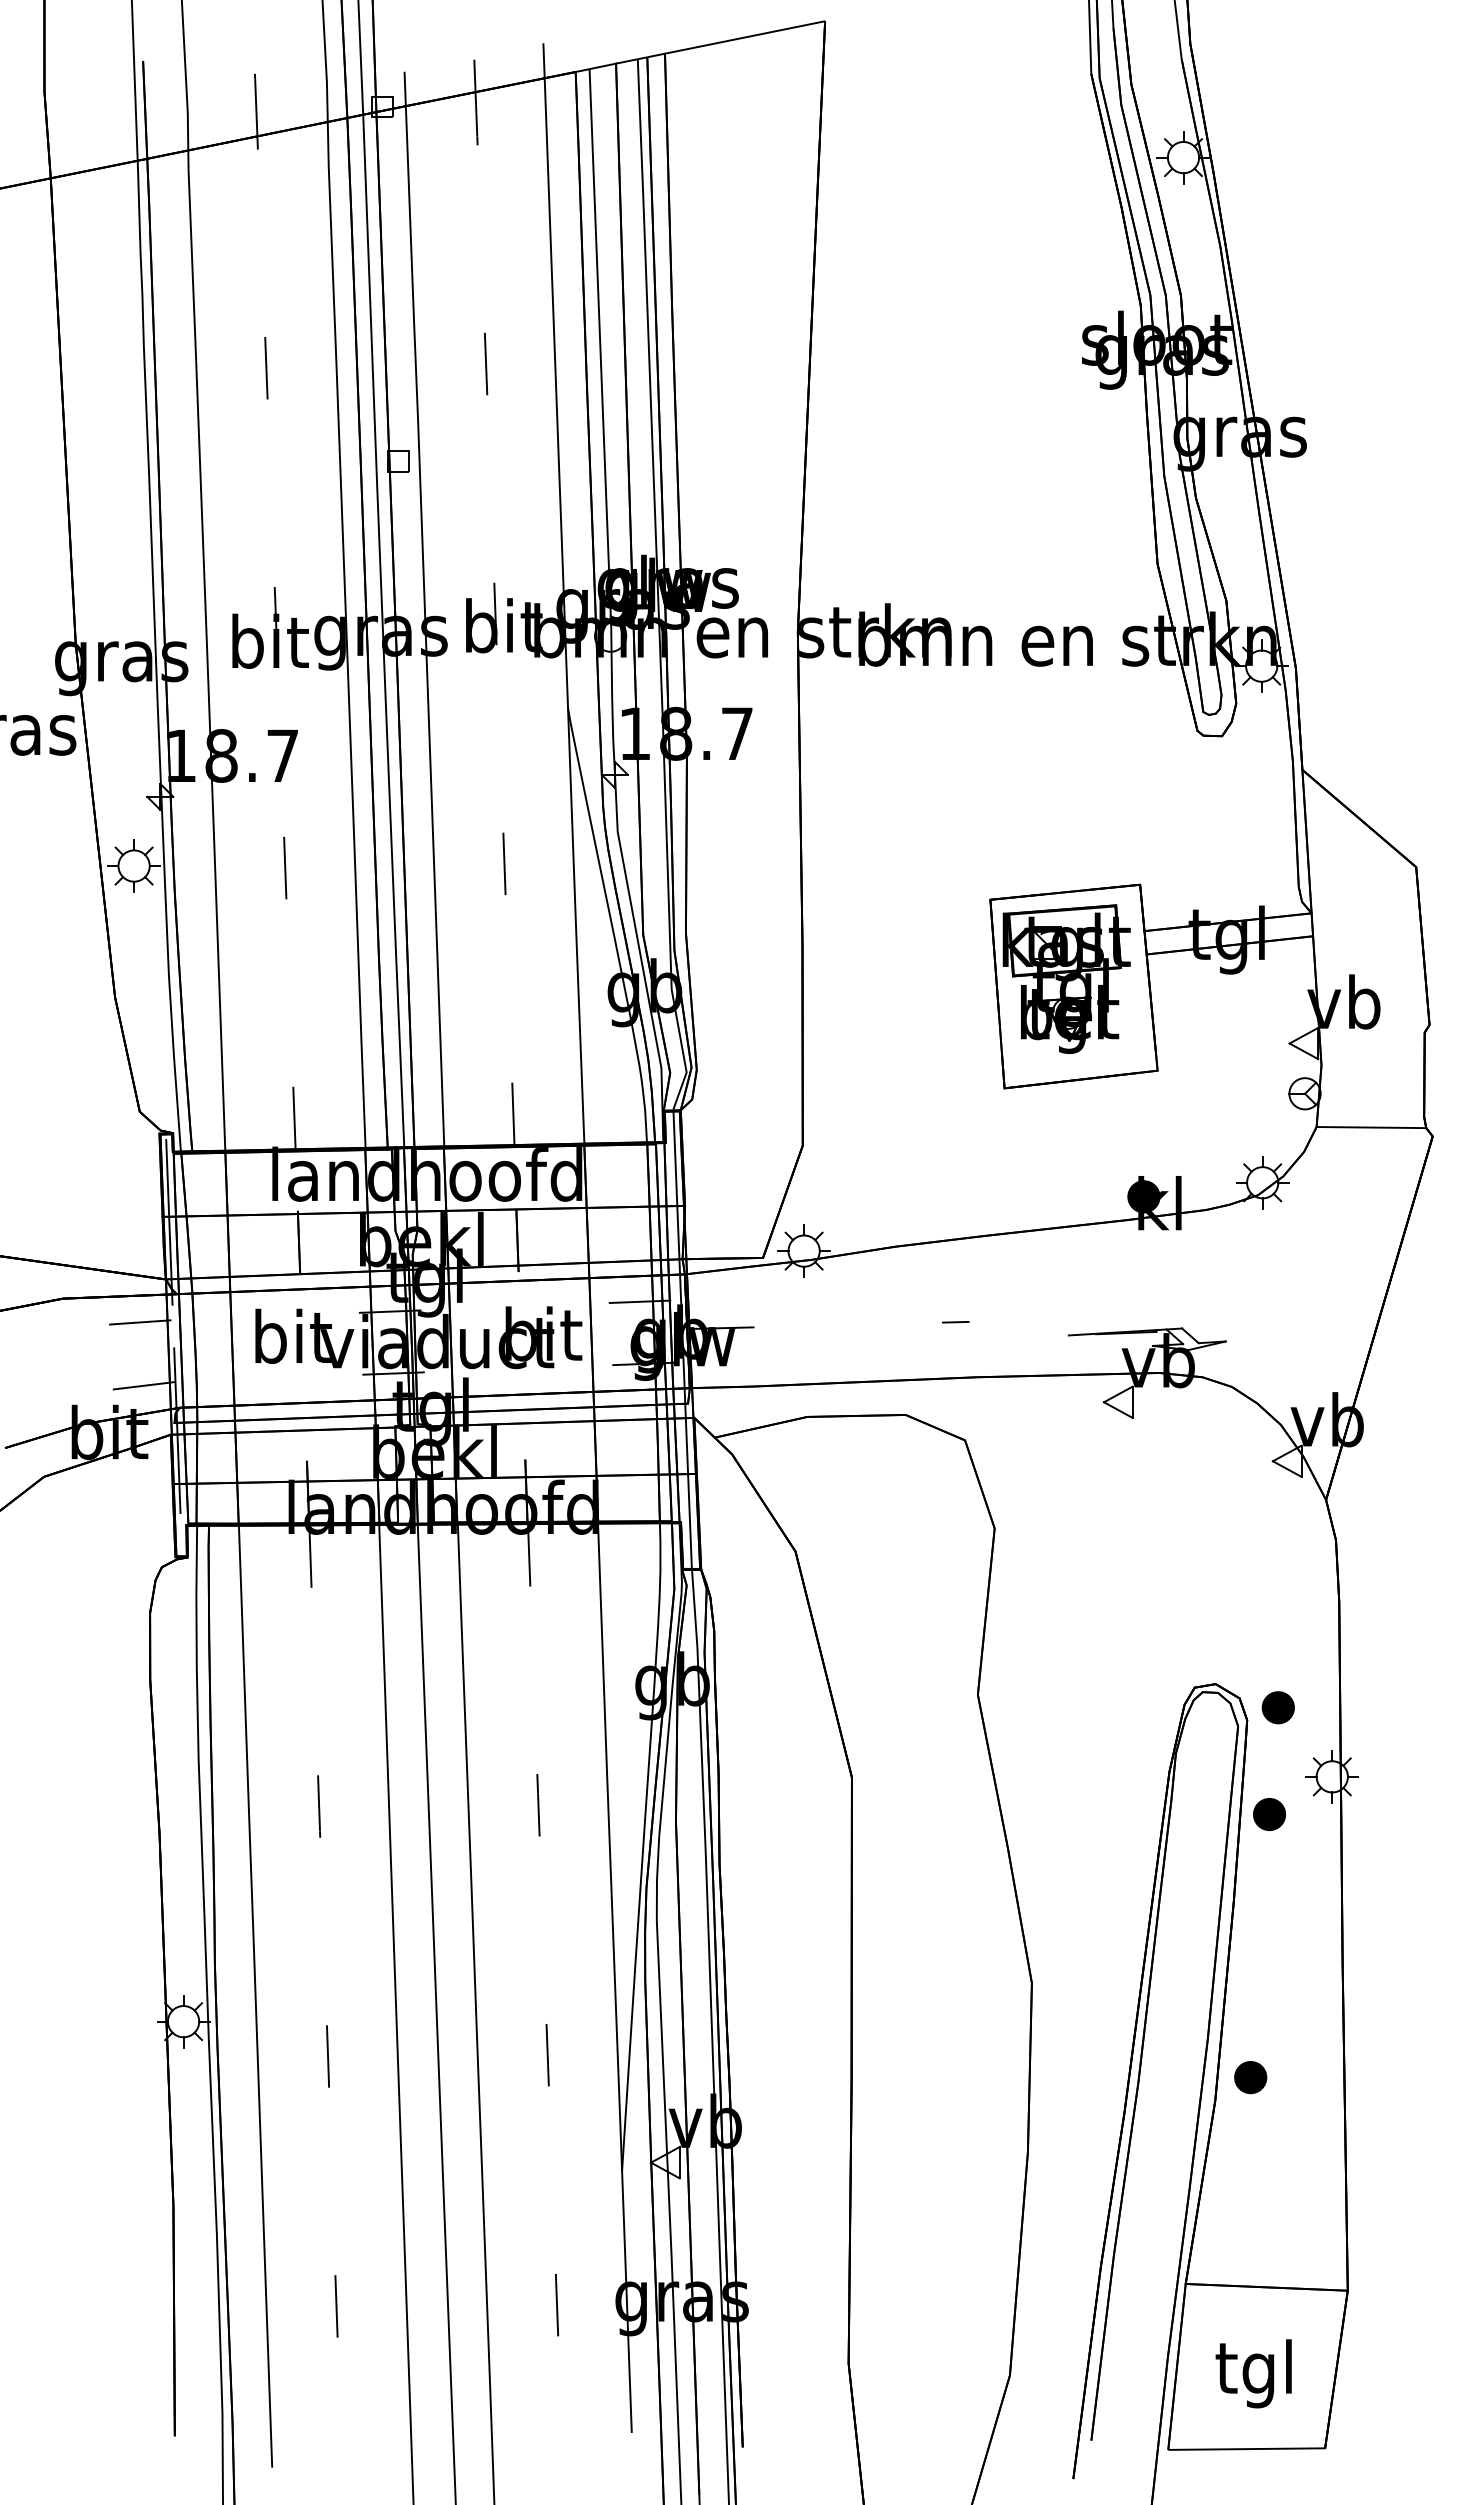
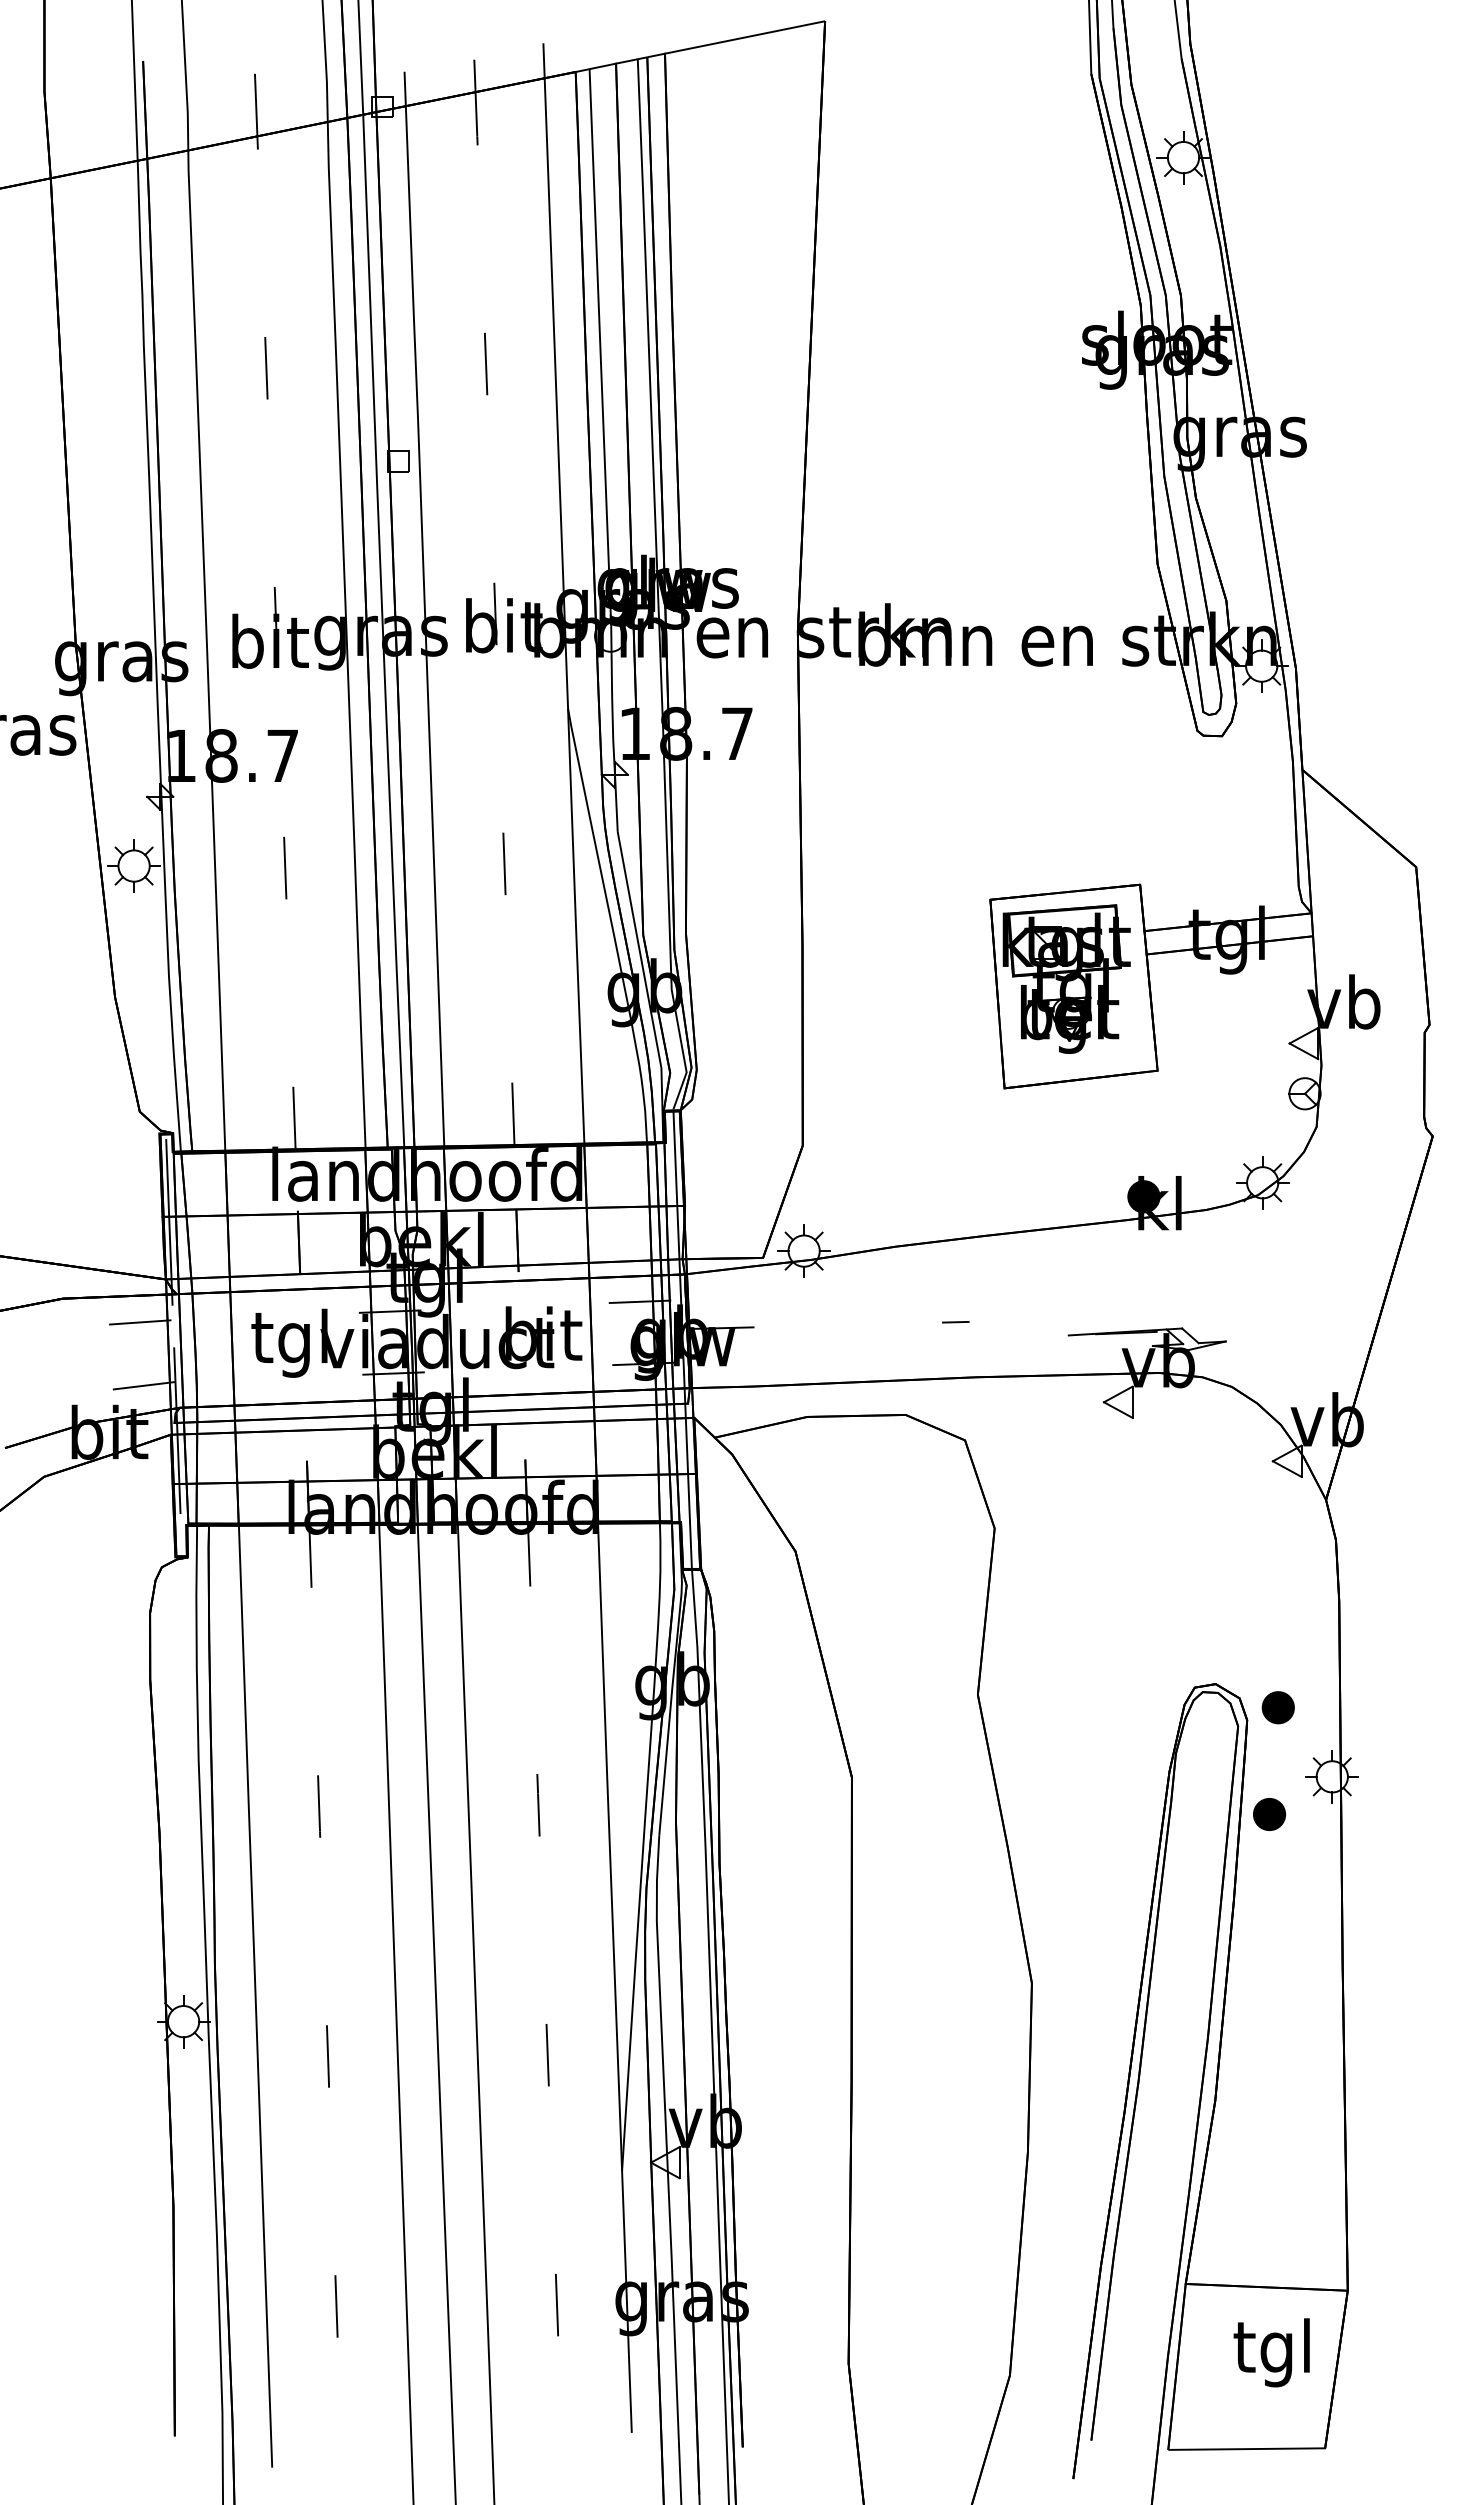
line at (1371, 1127): present -> none
text at (291, 1342): bit -> tgl
part at (1250, 2077): present -> none
text at (1253, 2373) position: (1253, 2373) -> (1271, 2352)
